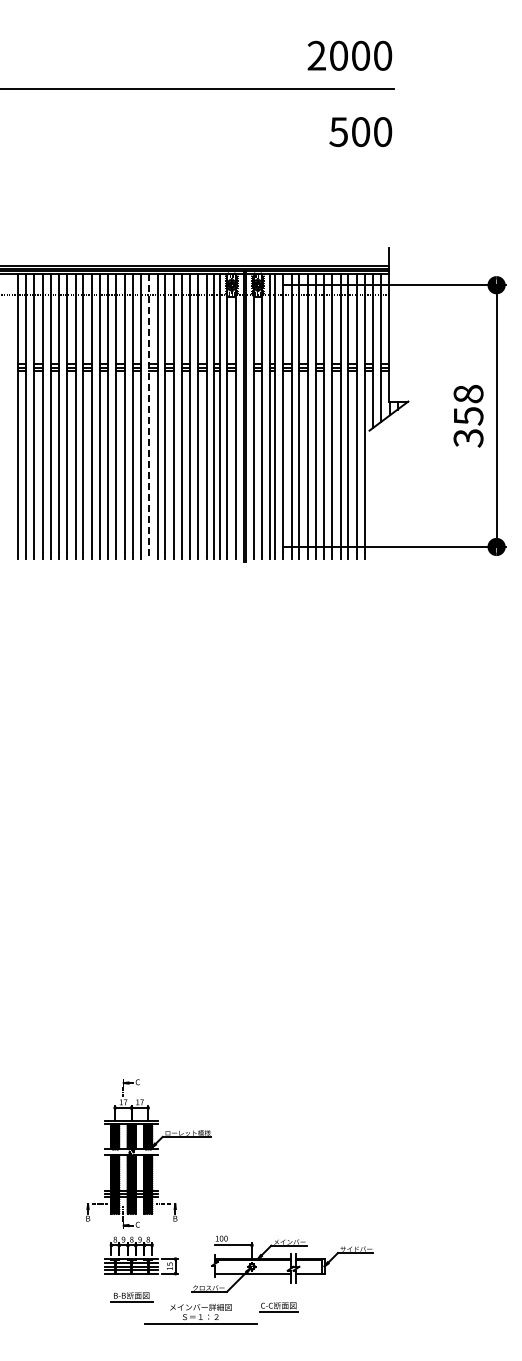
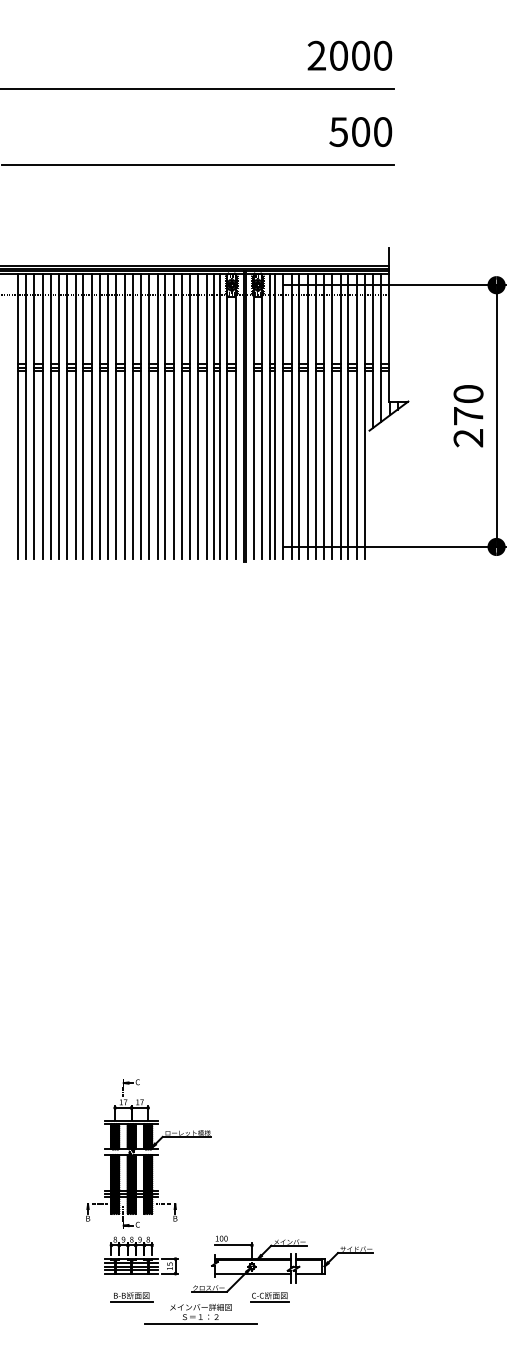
line at (198, 165): none -> present
line at (148, 416): dashed -> solid
text at (468, 416): 358 -> 270
part at (278, 1307) position: (278, 1307) -> (269, 1297)
